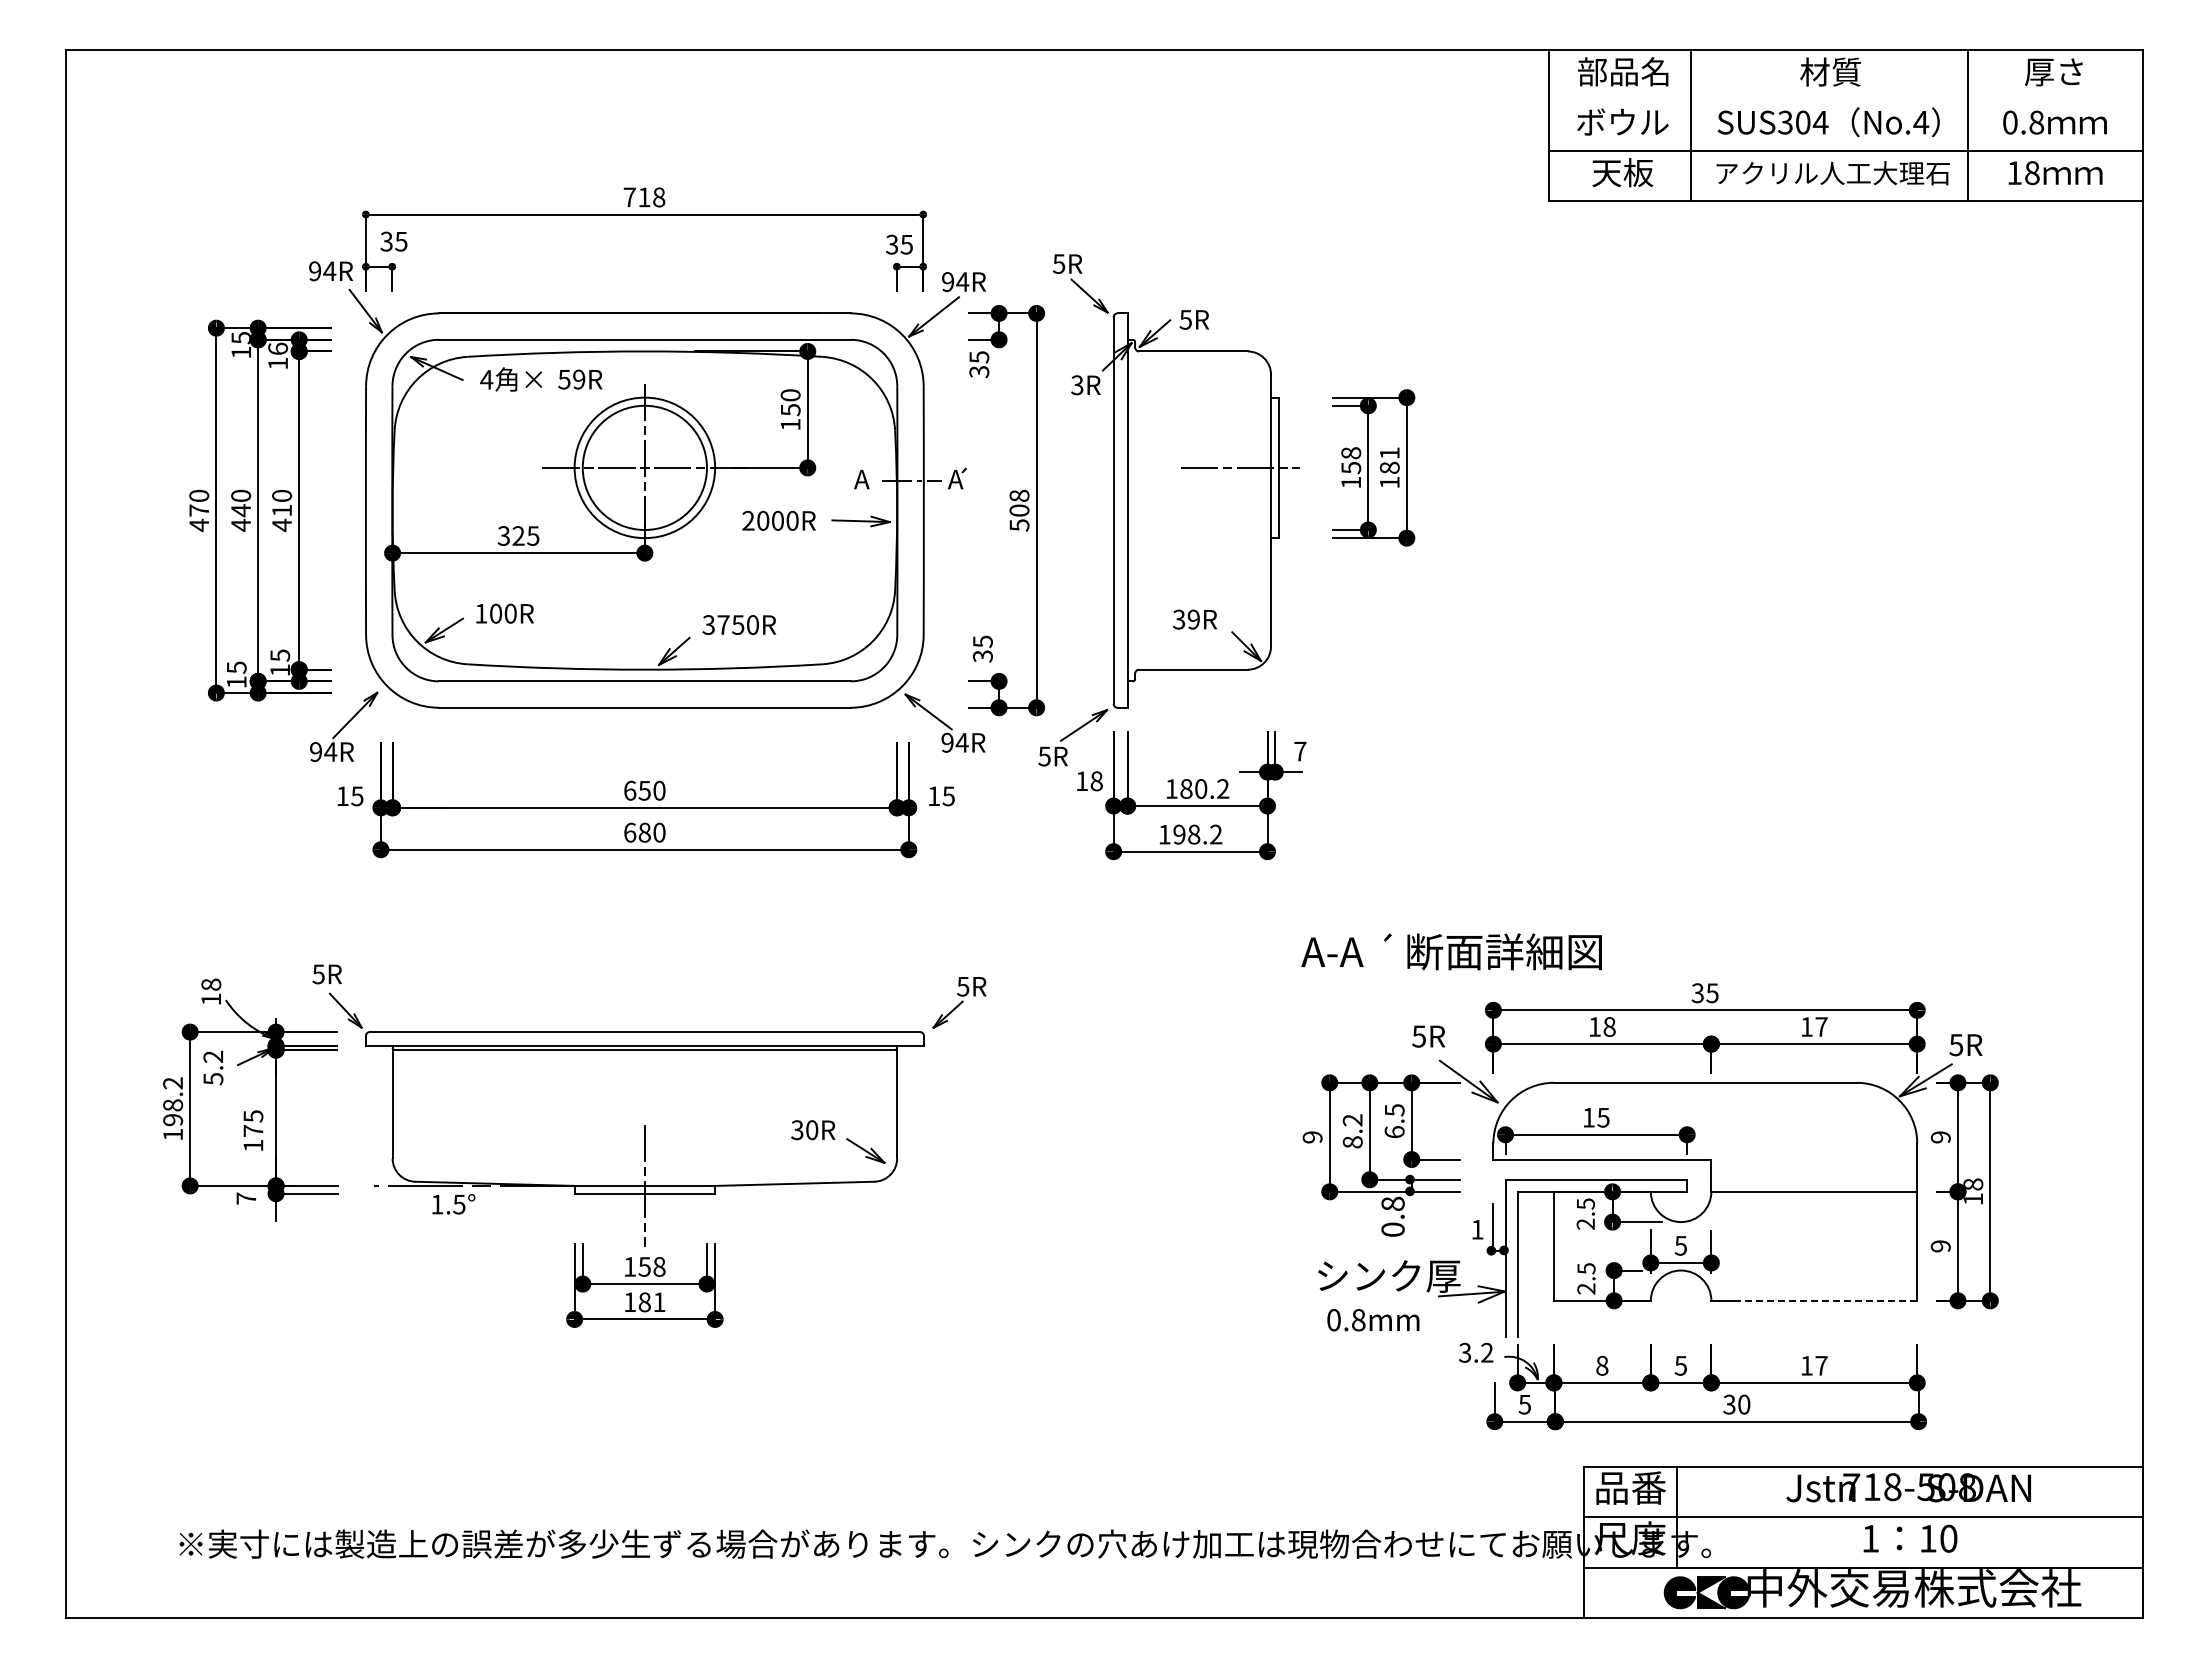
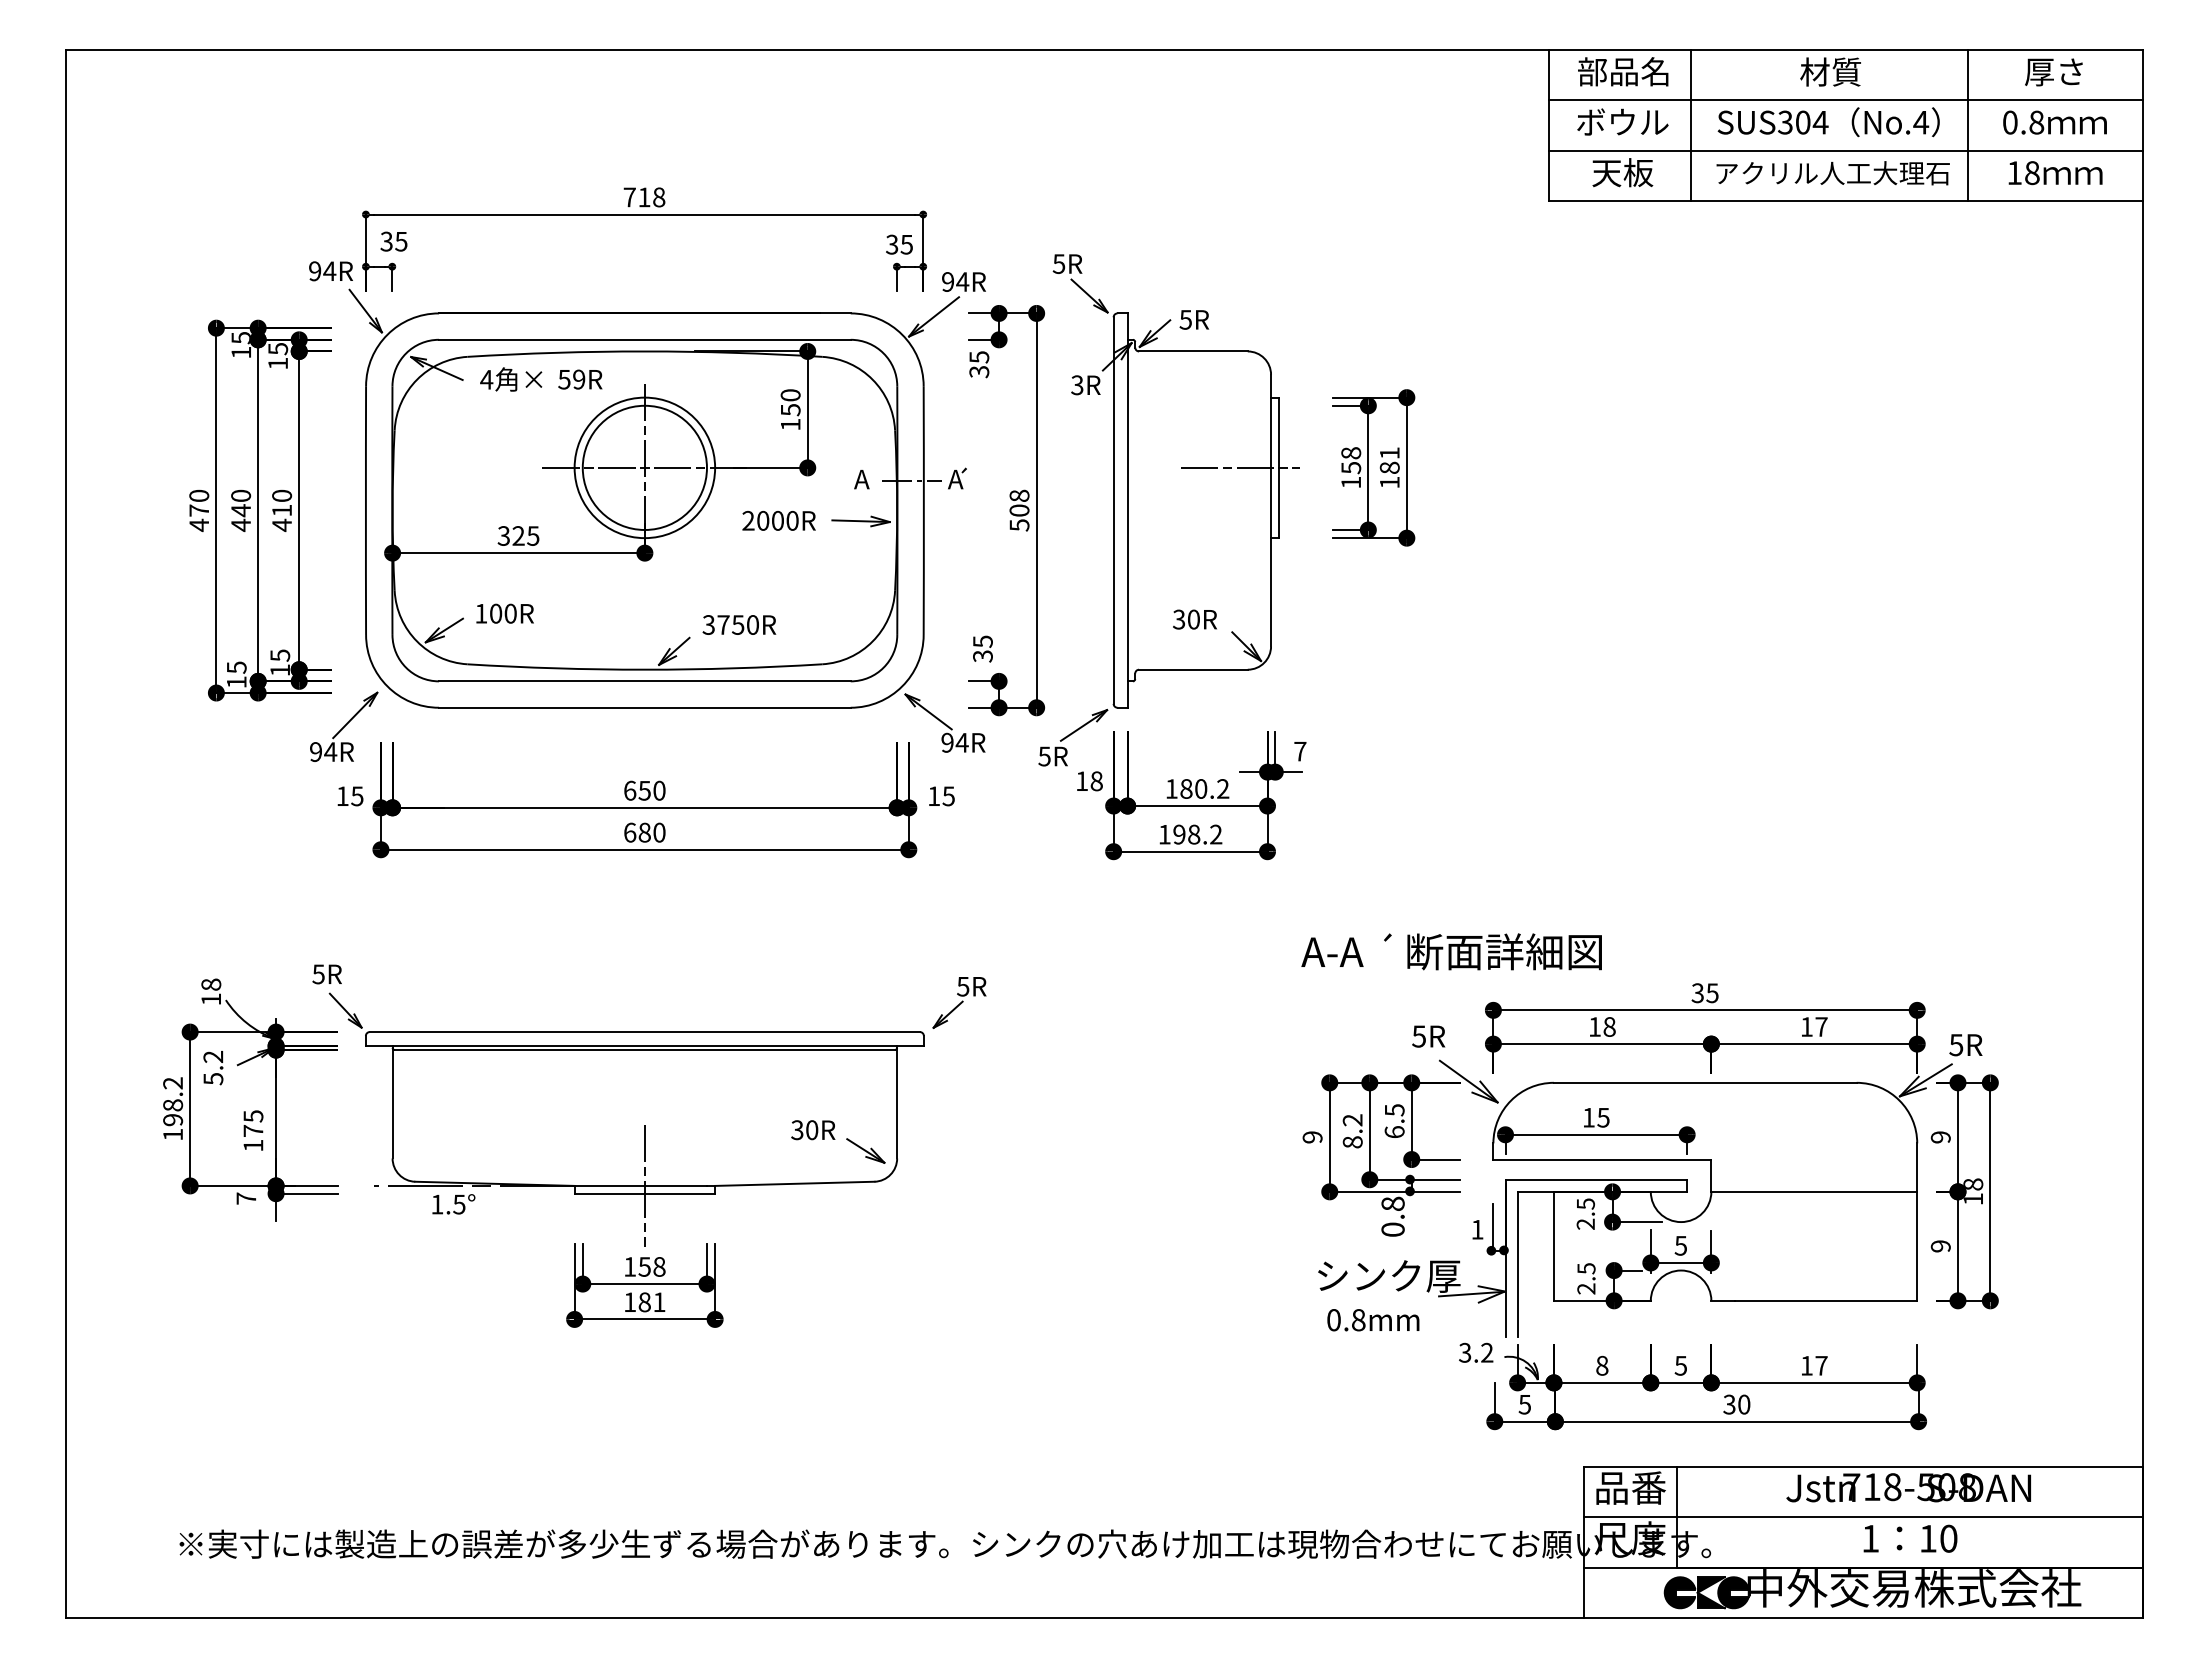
line at (1845, 100): none -> present
text at (278, 348): 16 -> 15
text at (1193, 619): 39R -> 30R
line at (1825, 1300): dashed -> solid
